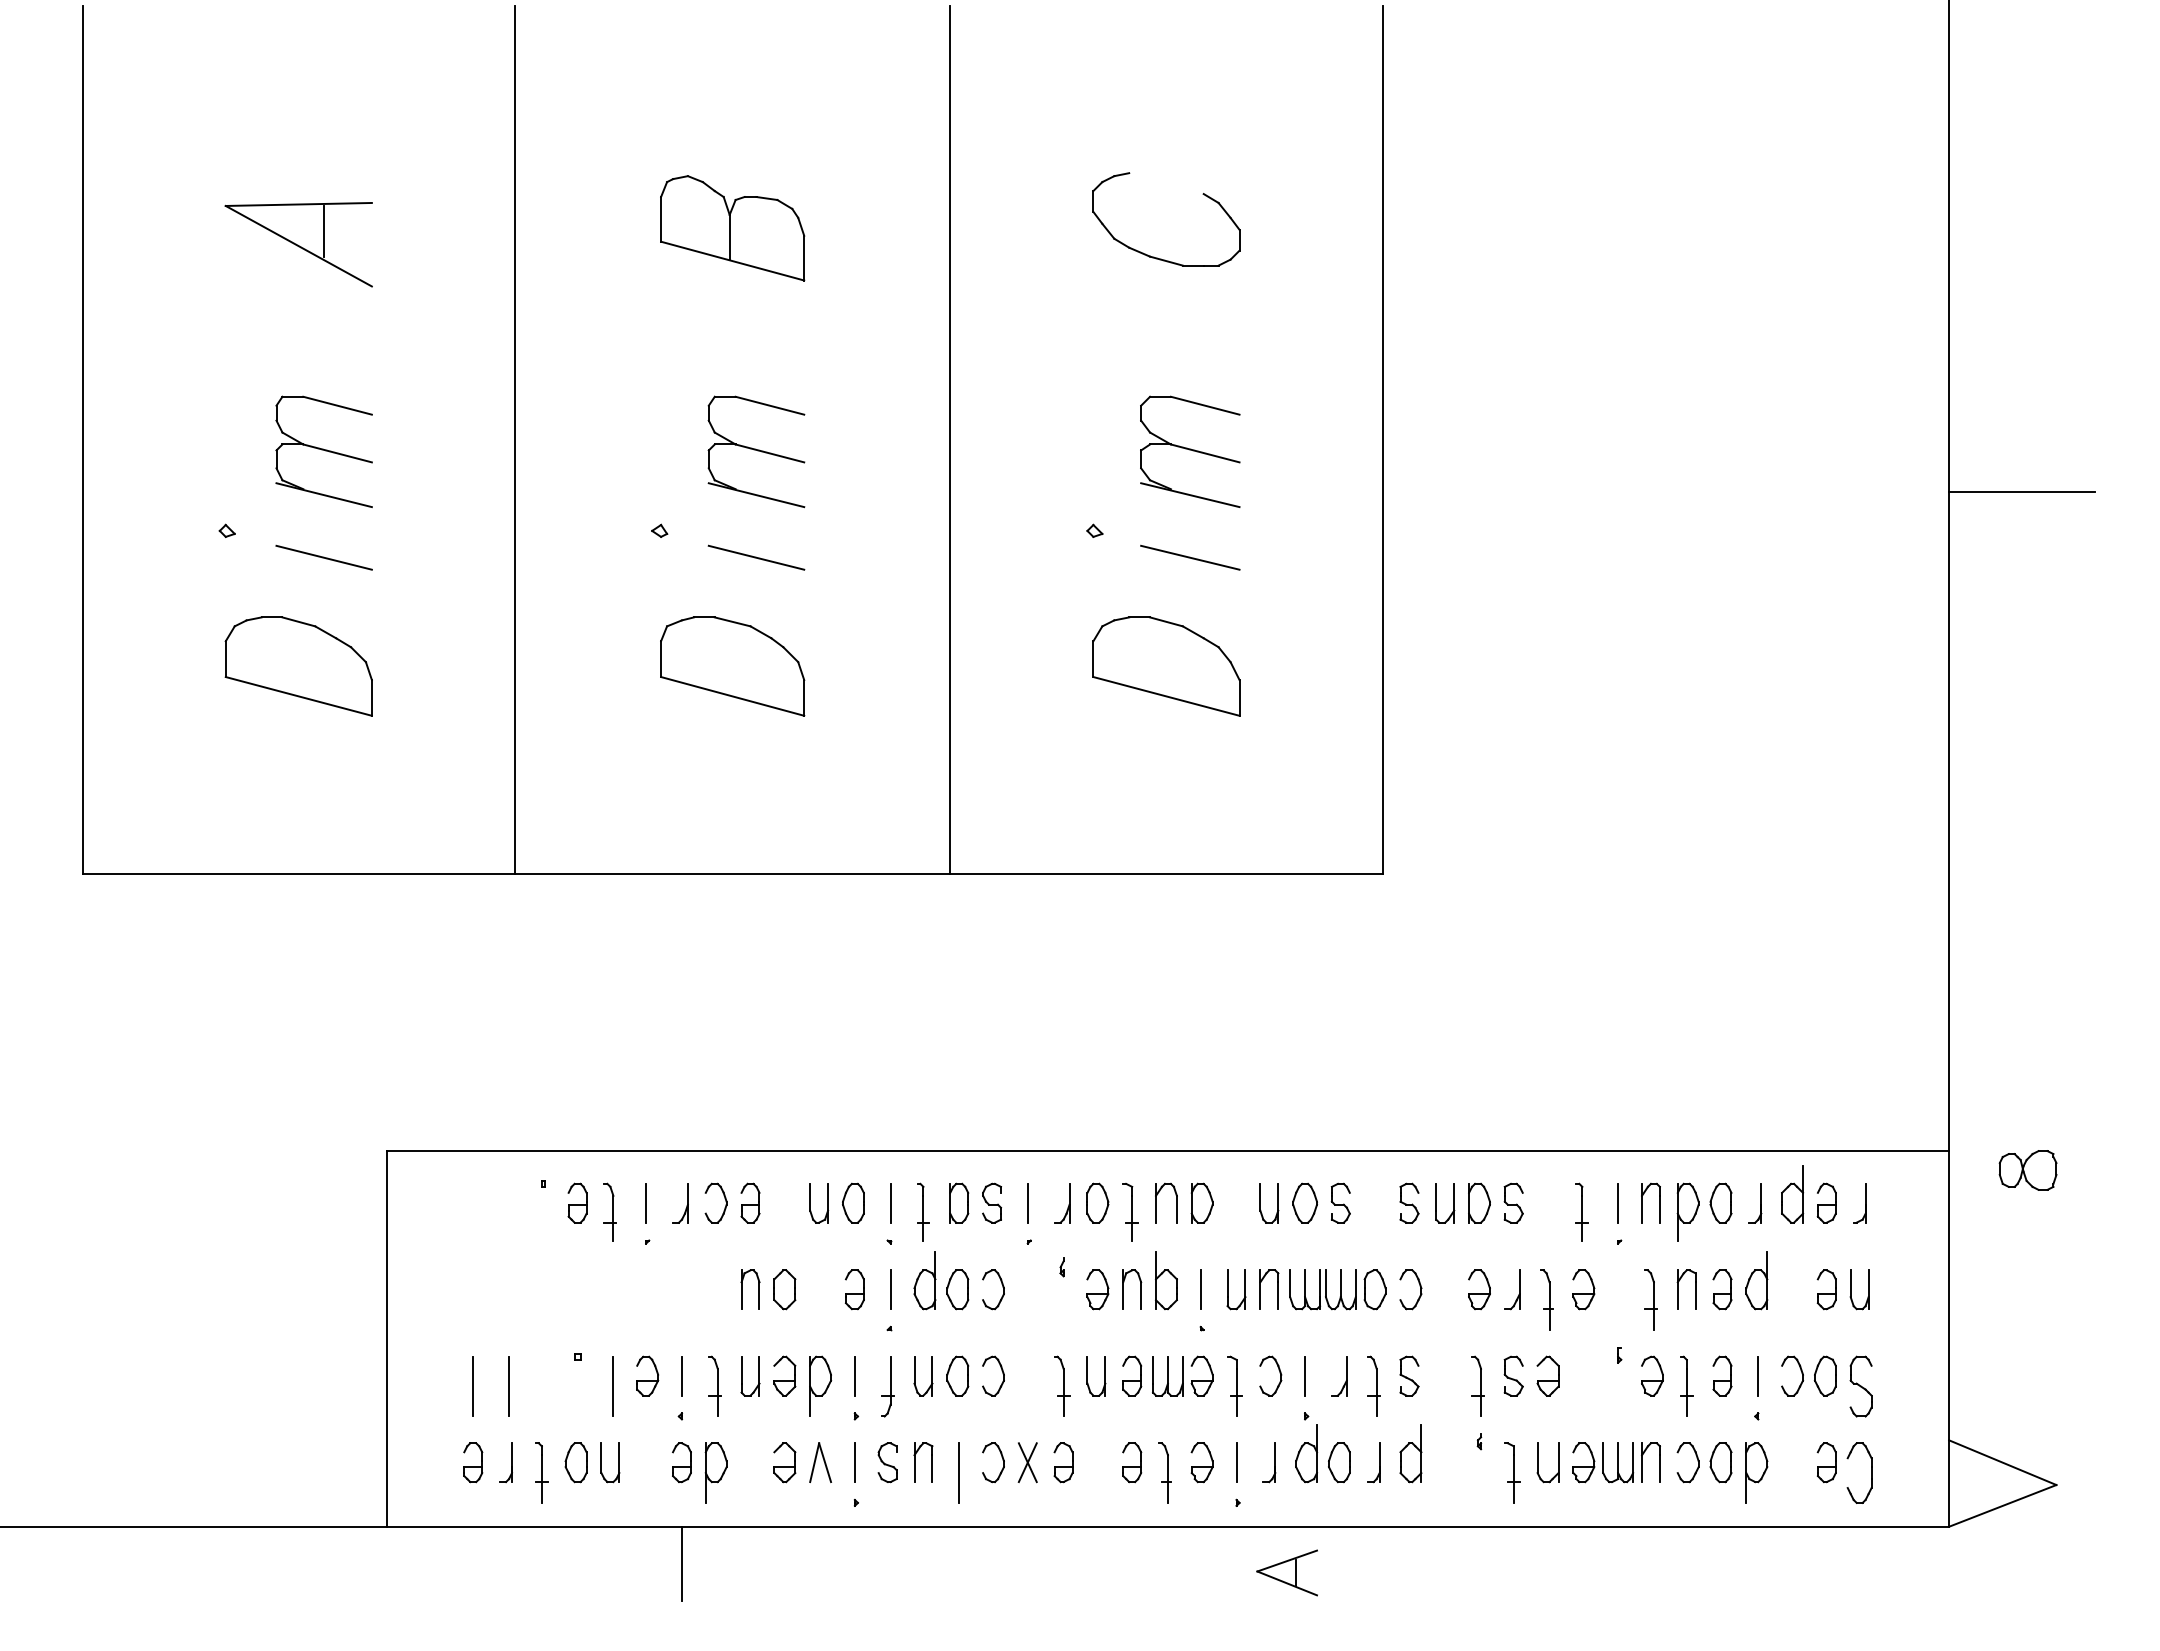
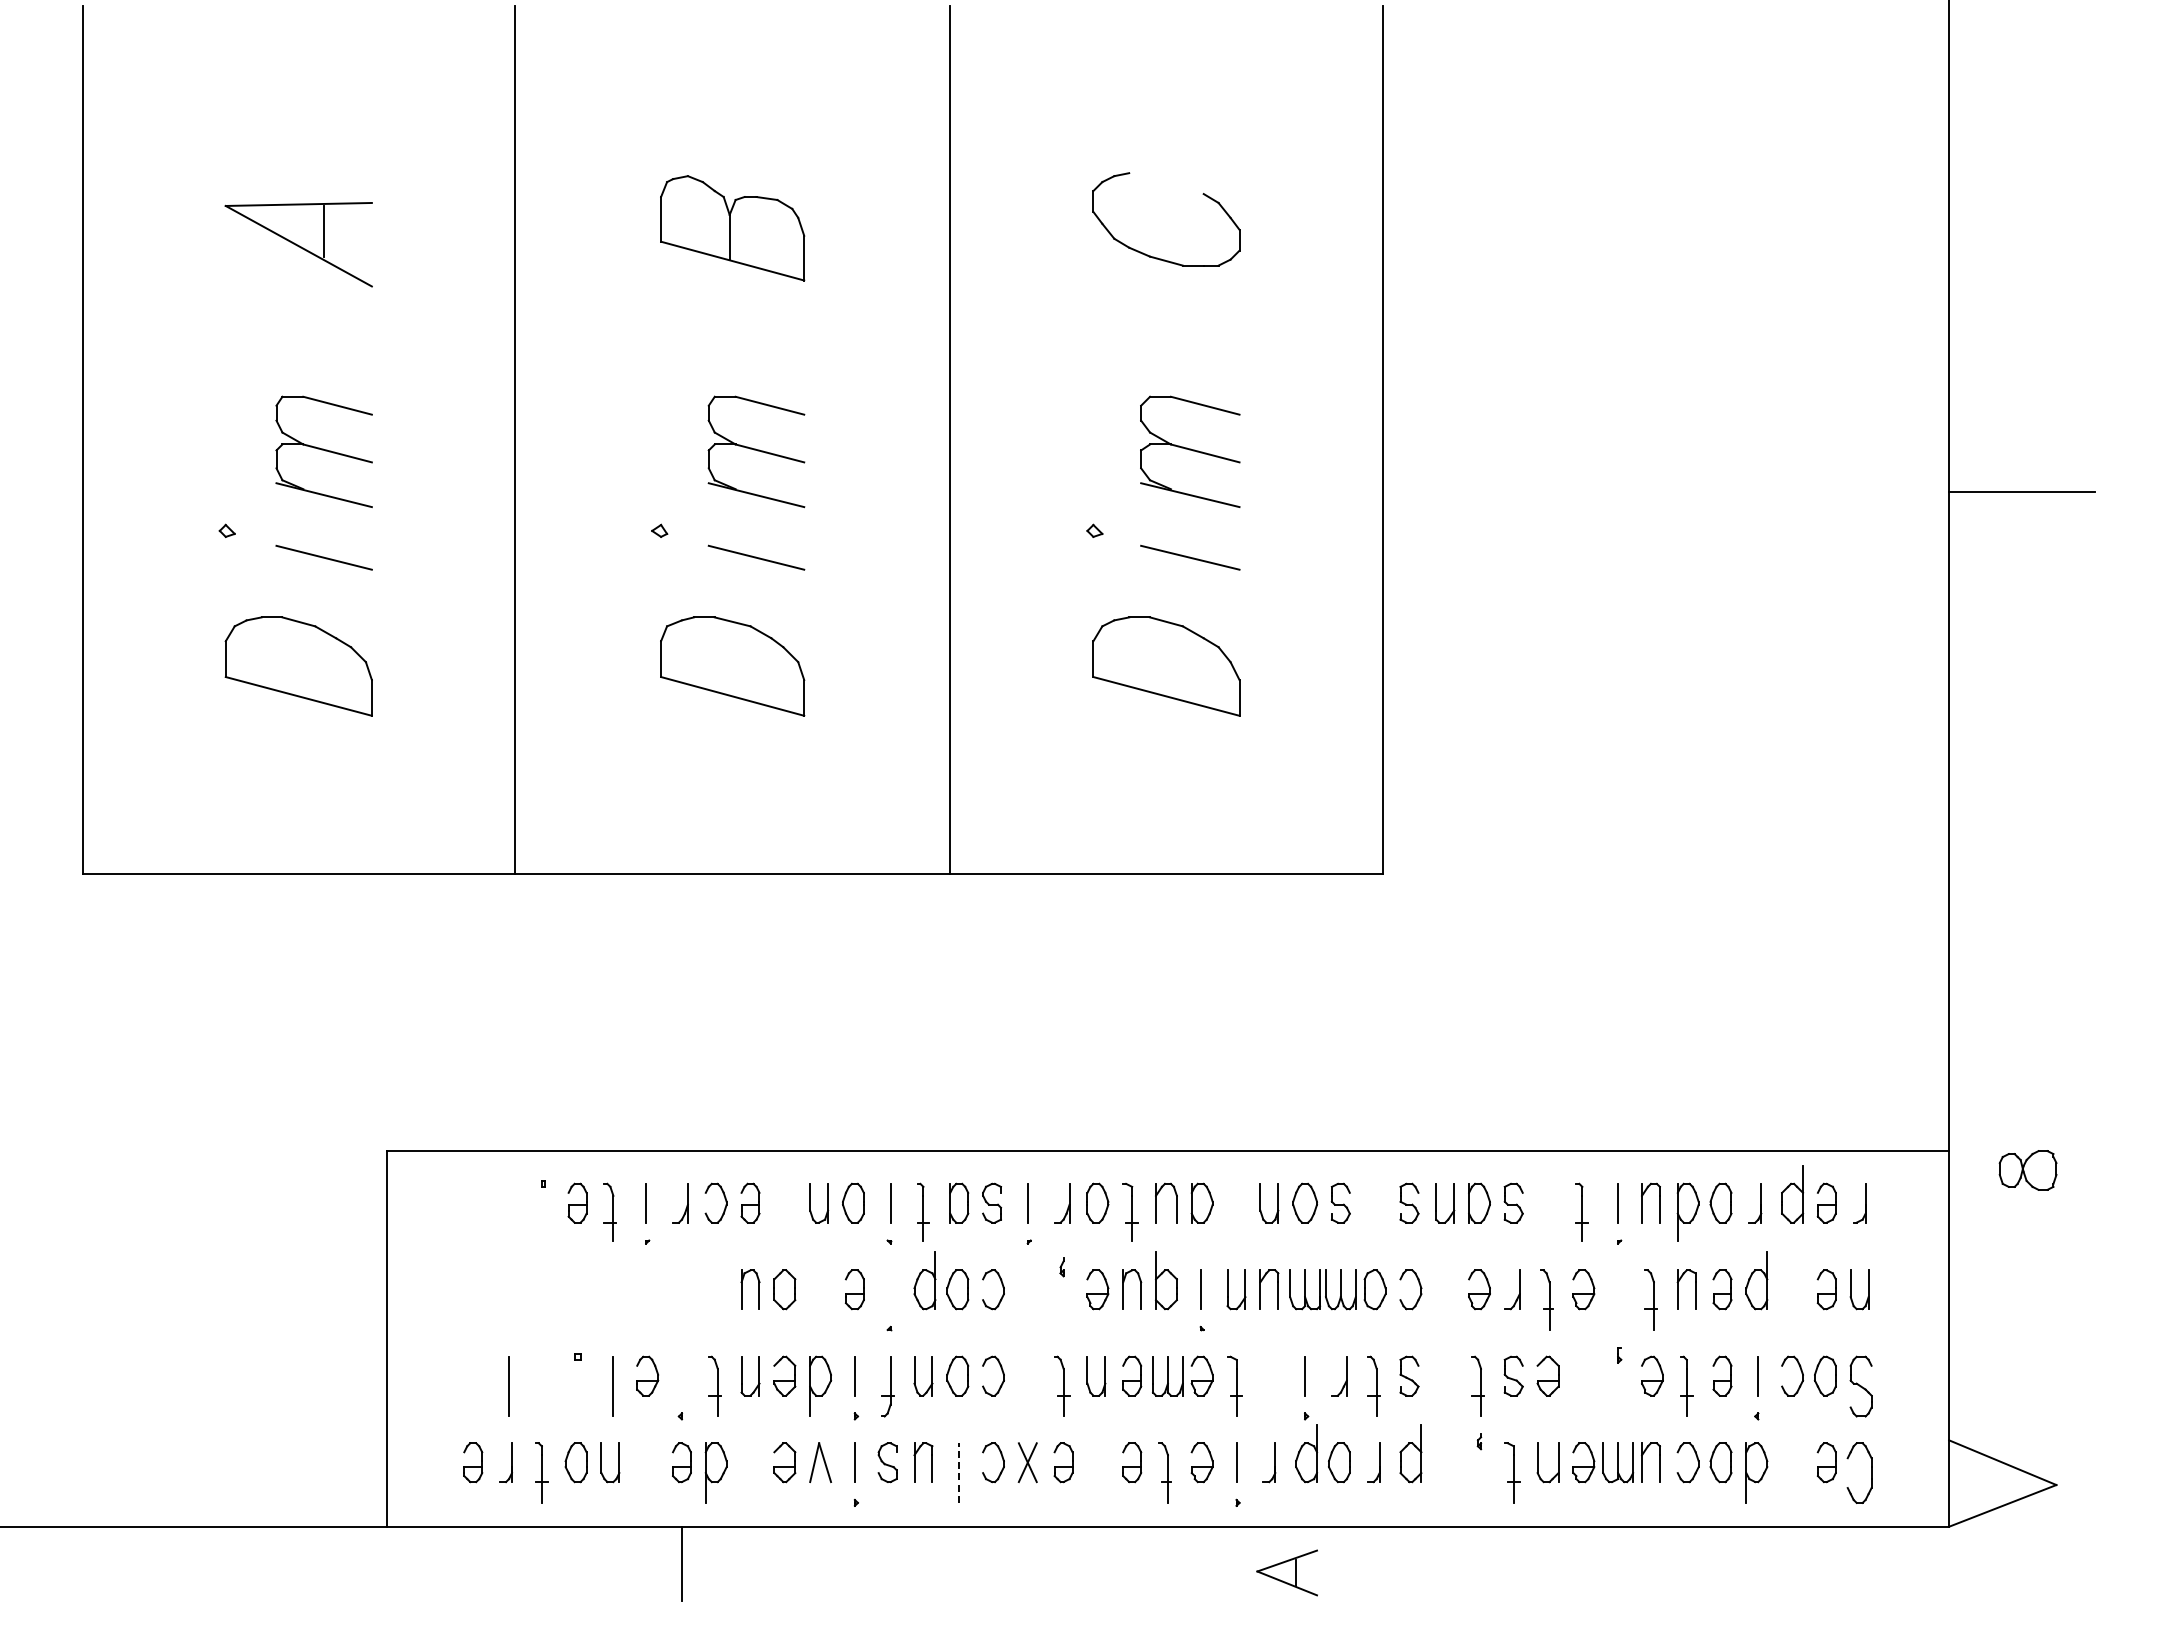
line at (890, 1289): present -> none
part at (1279, 1373): present -> none
line at (681, 1375): present -> none
line at (473, 1386): present -> none
line at (959, 1473): solid -> dashed
